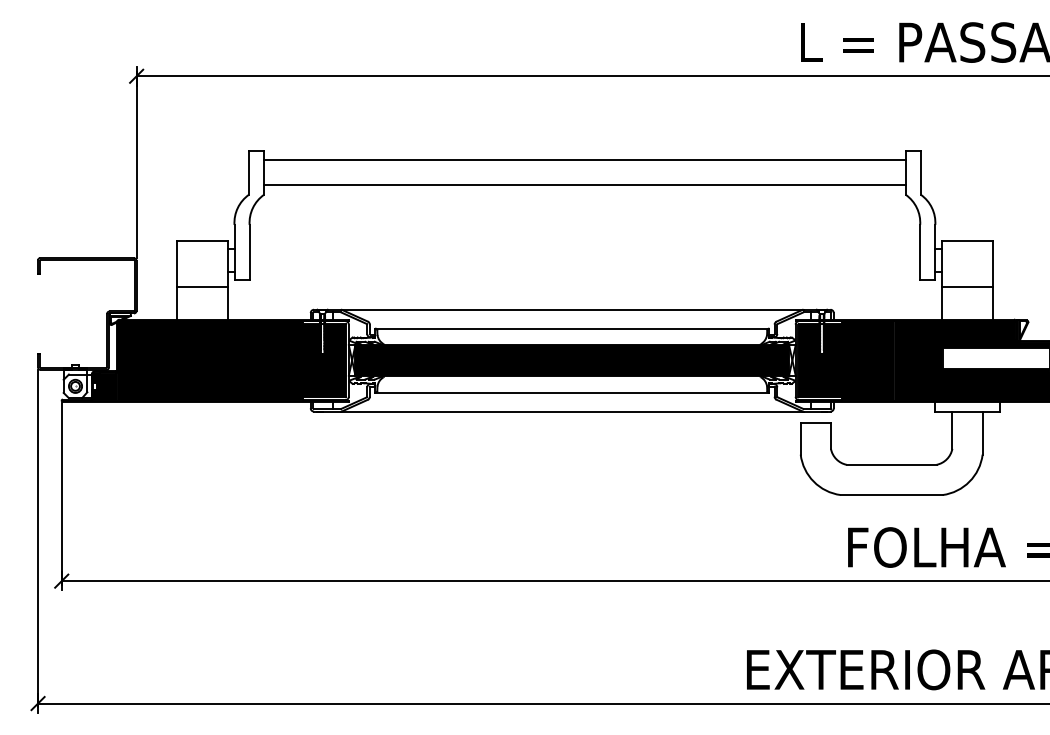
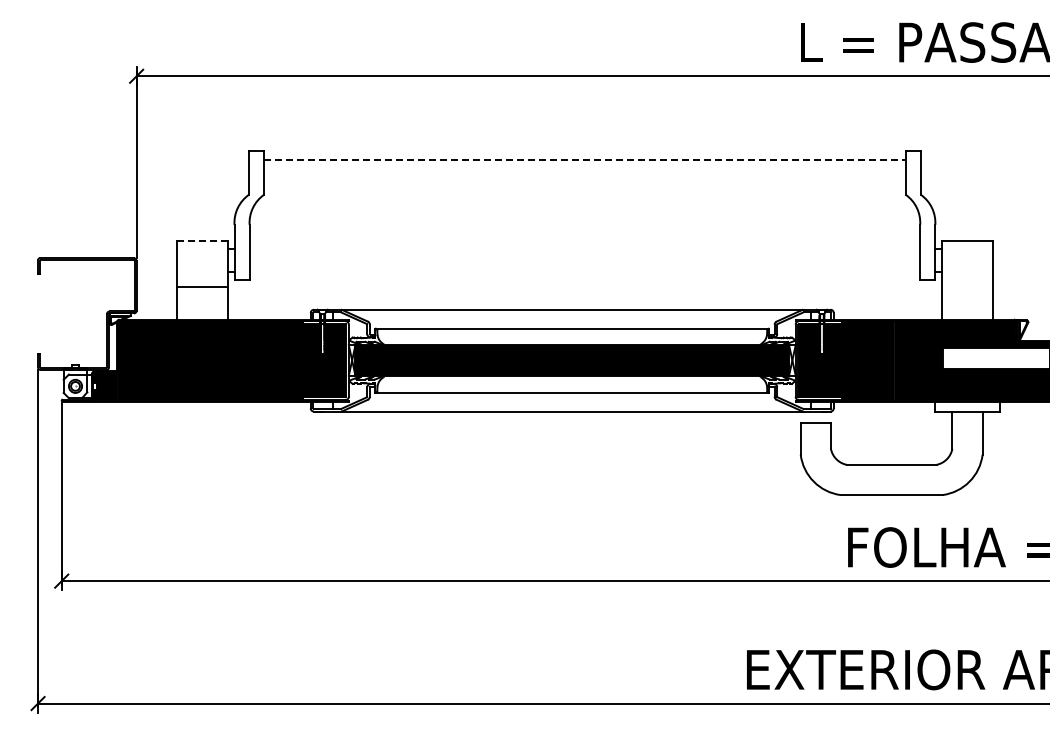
line at (584, 159): solid -> dashed
line at (584, 185): present -> none
line at (202, 240): solid -> dashed
line at (967, 286): present -> none
